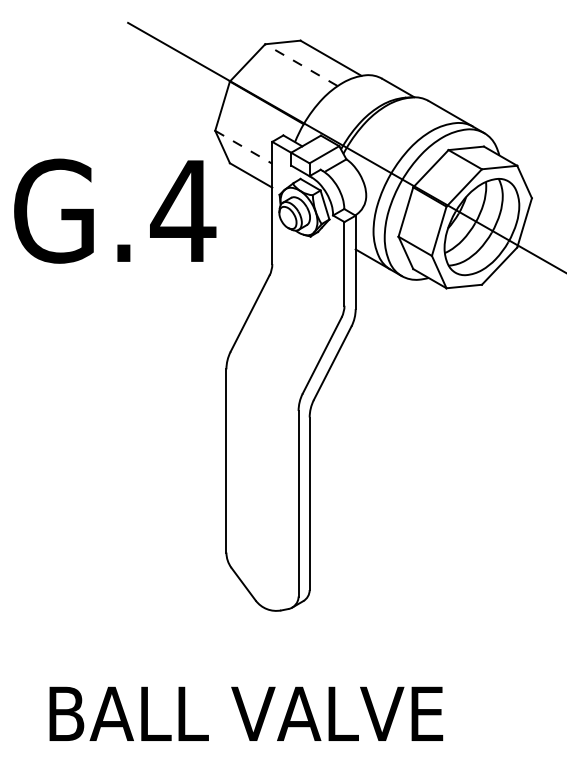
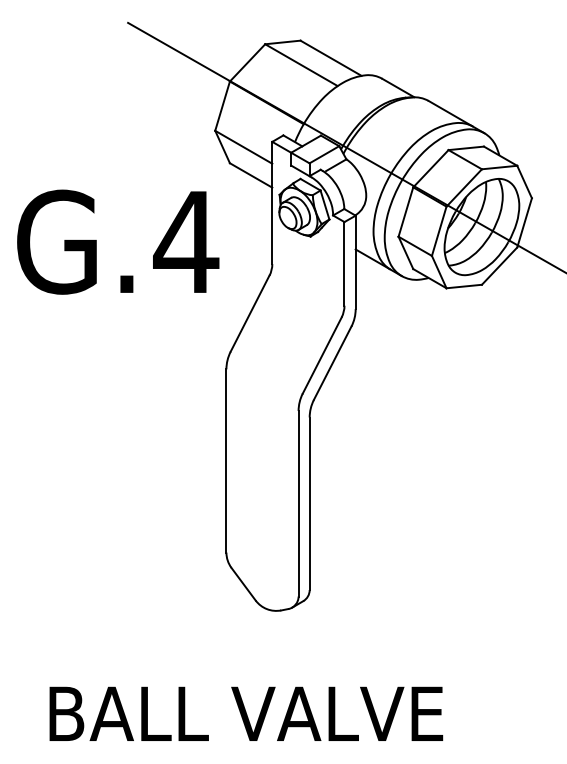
line at (301, 65): dashed -> solid
line at (243, 147): dashed -> solid
text at (115, 210) position: (115, 210) -> (118, 241)
